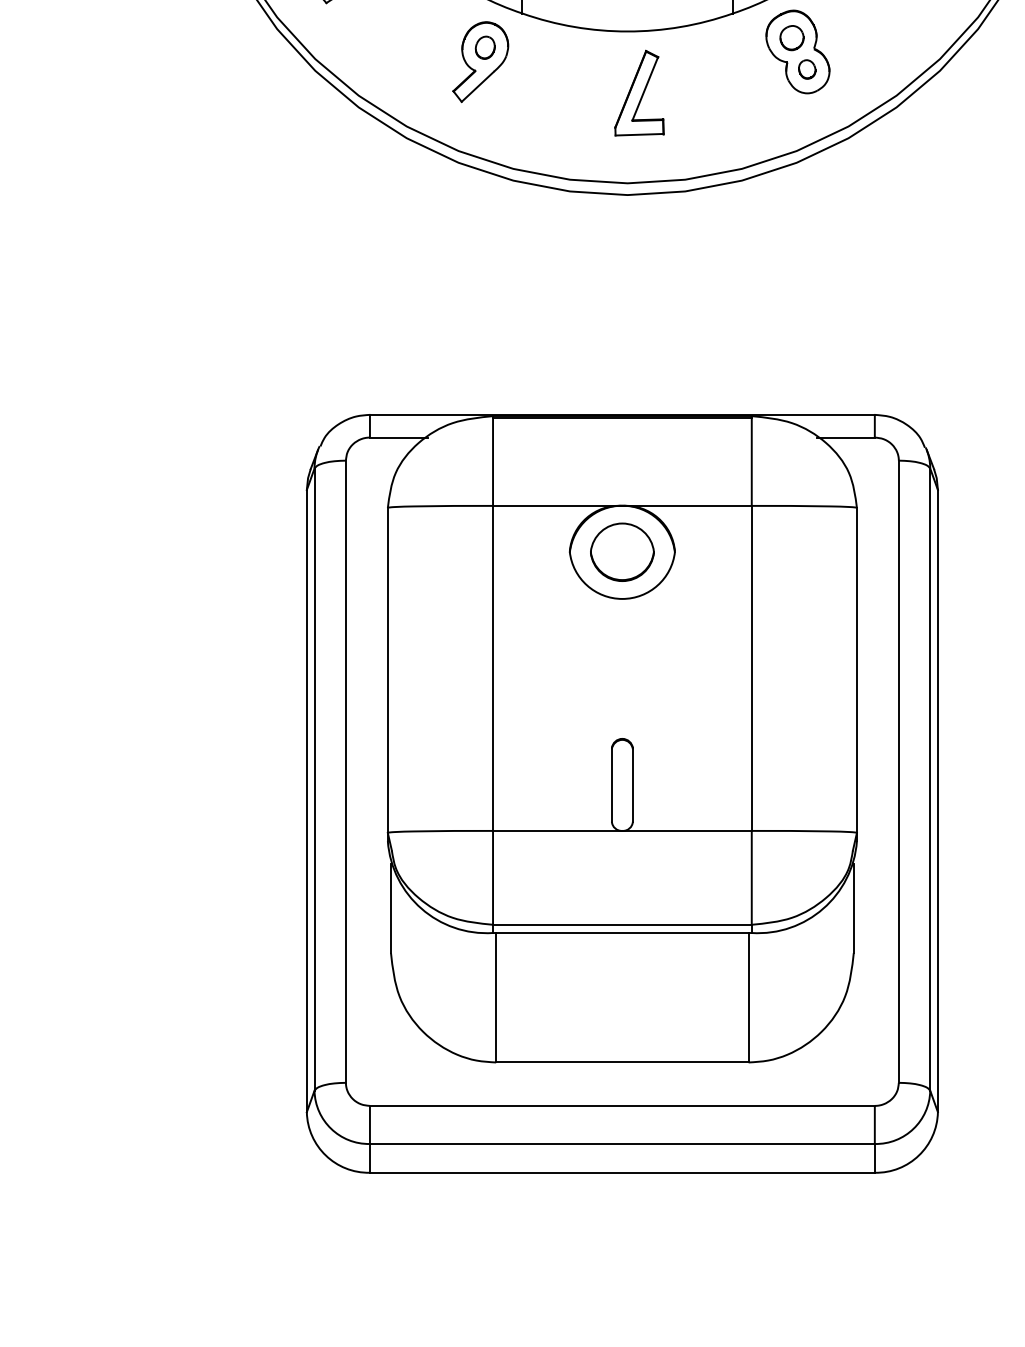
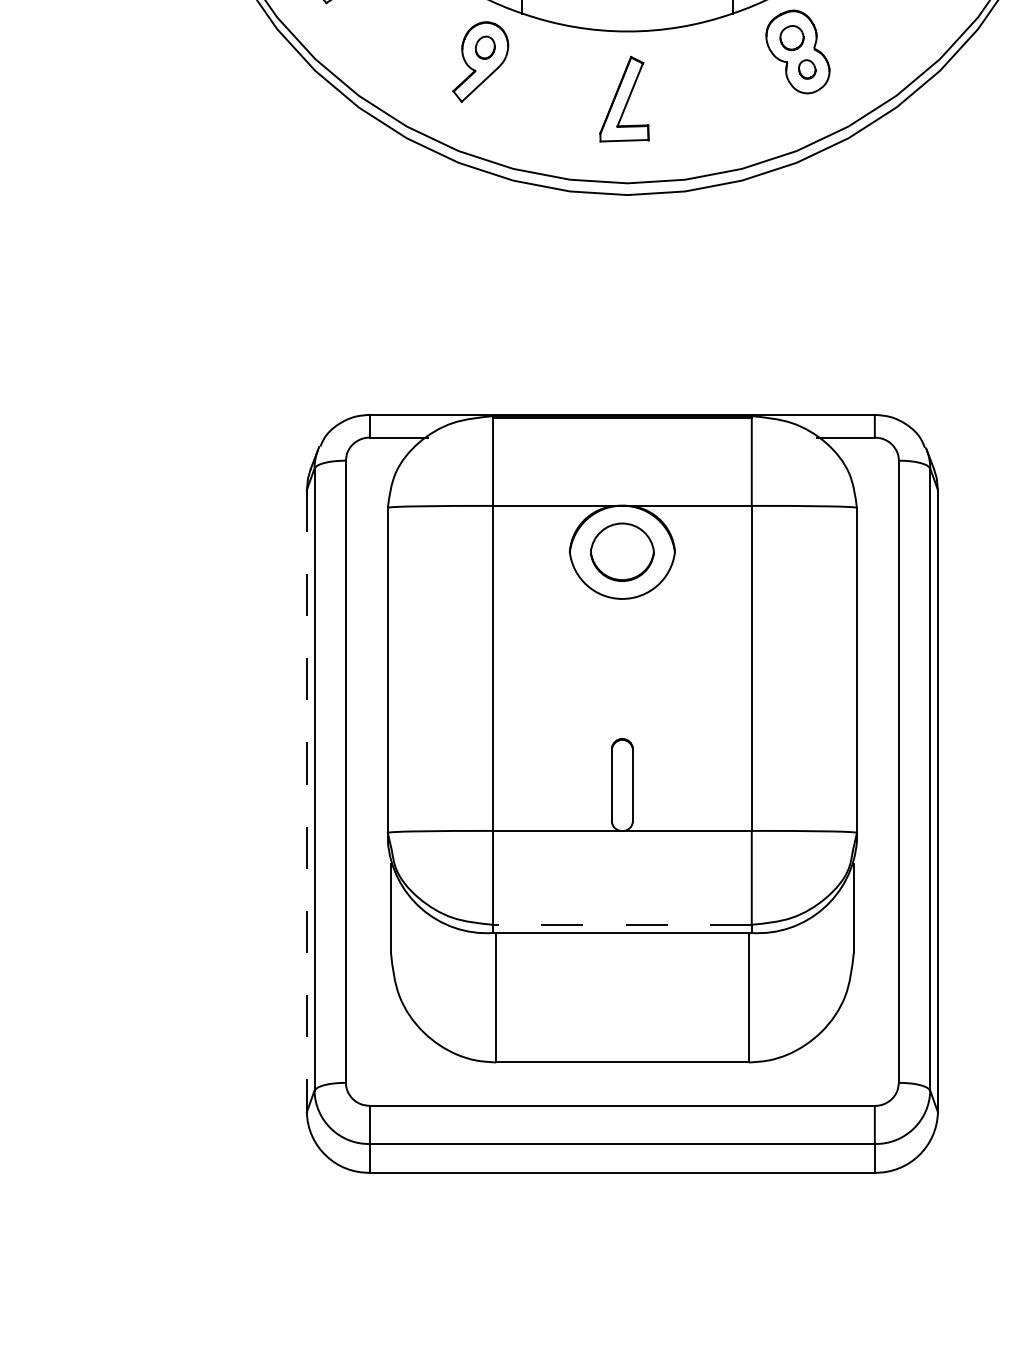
part at (639, 92) position: (639, 92) -> (624, 98)
line at (306, 801): solid -> dashed
line at (621, 924): solid -> dashed
